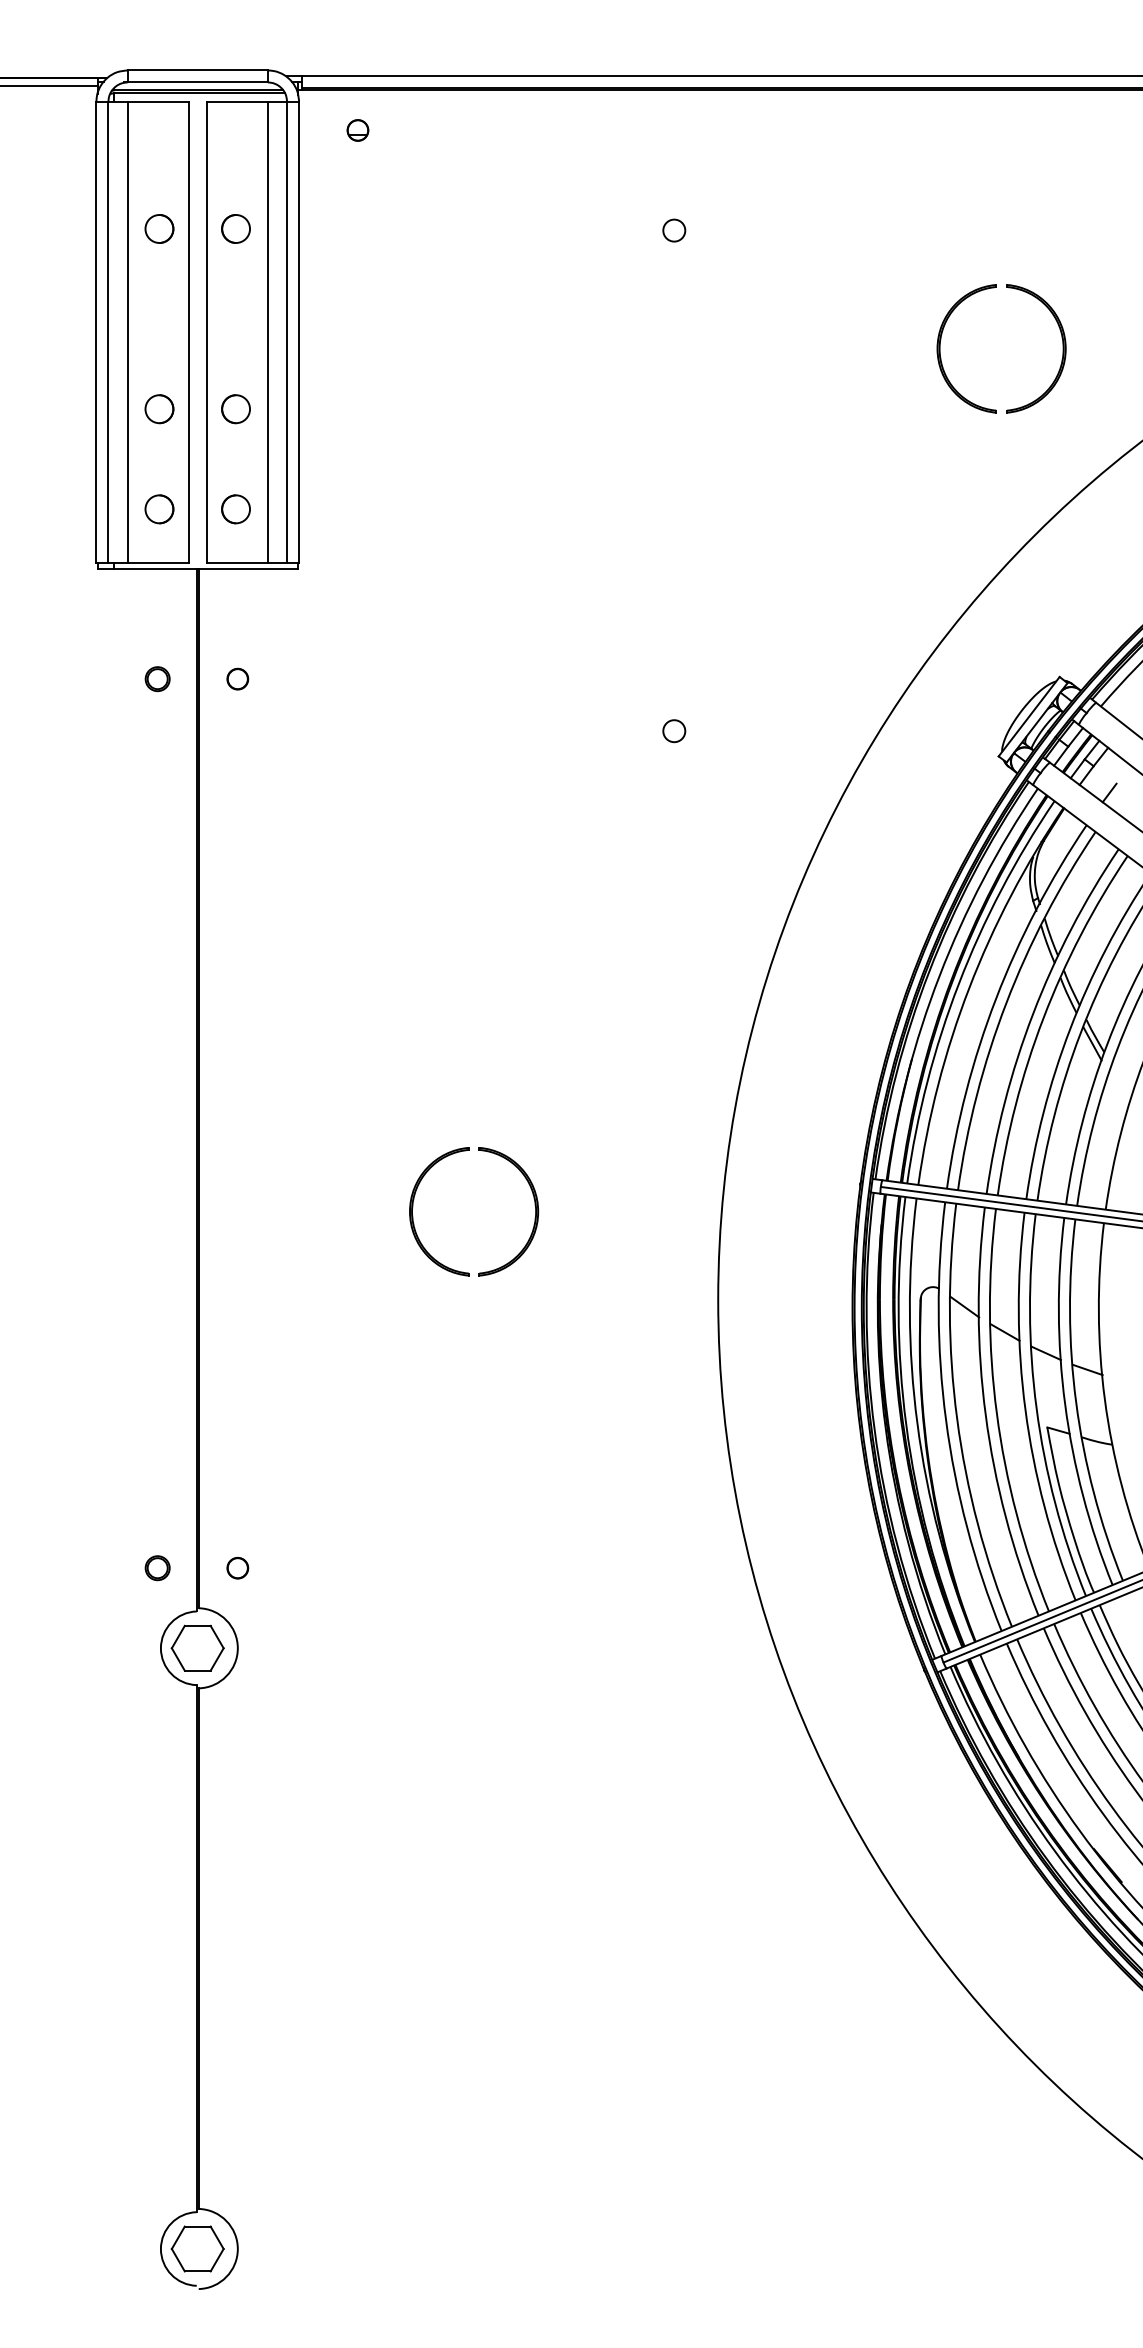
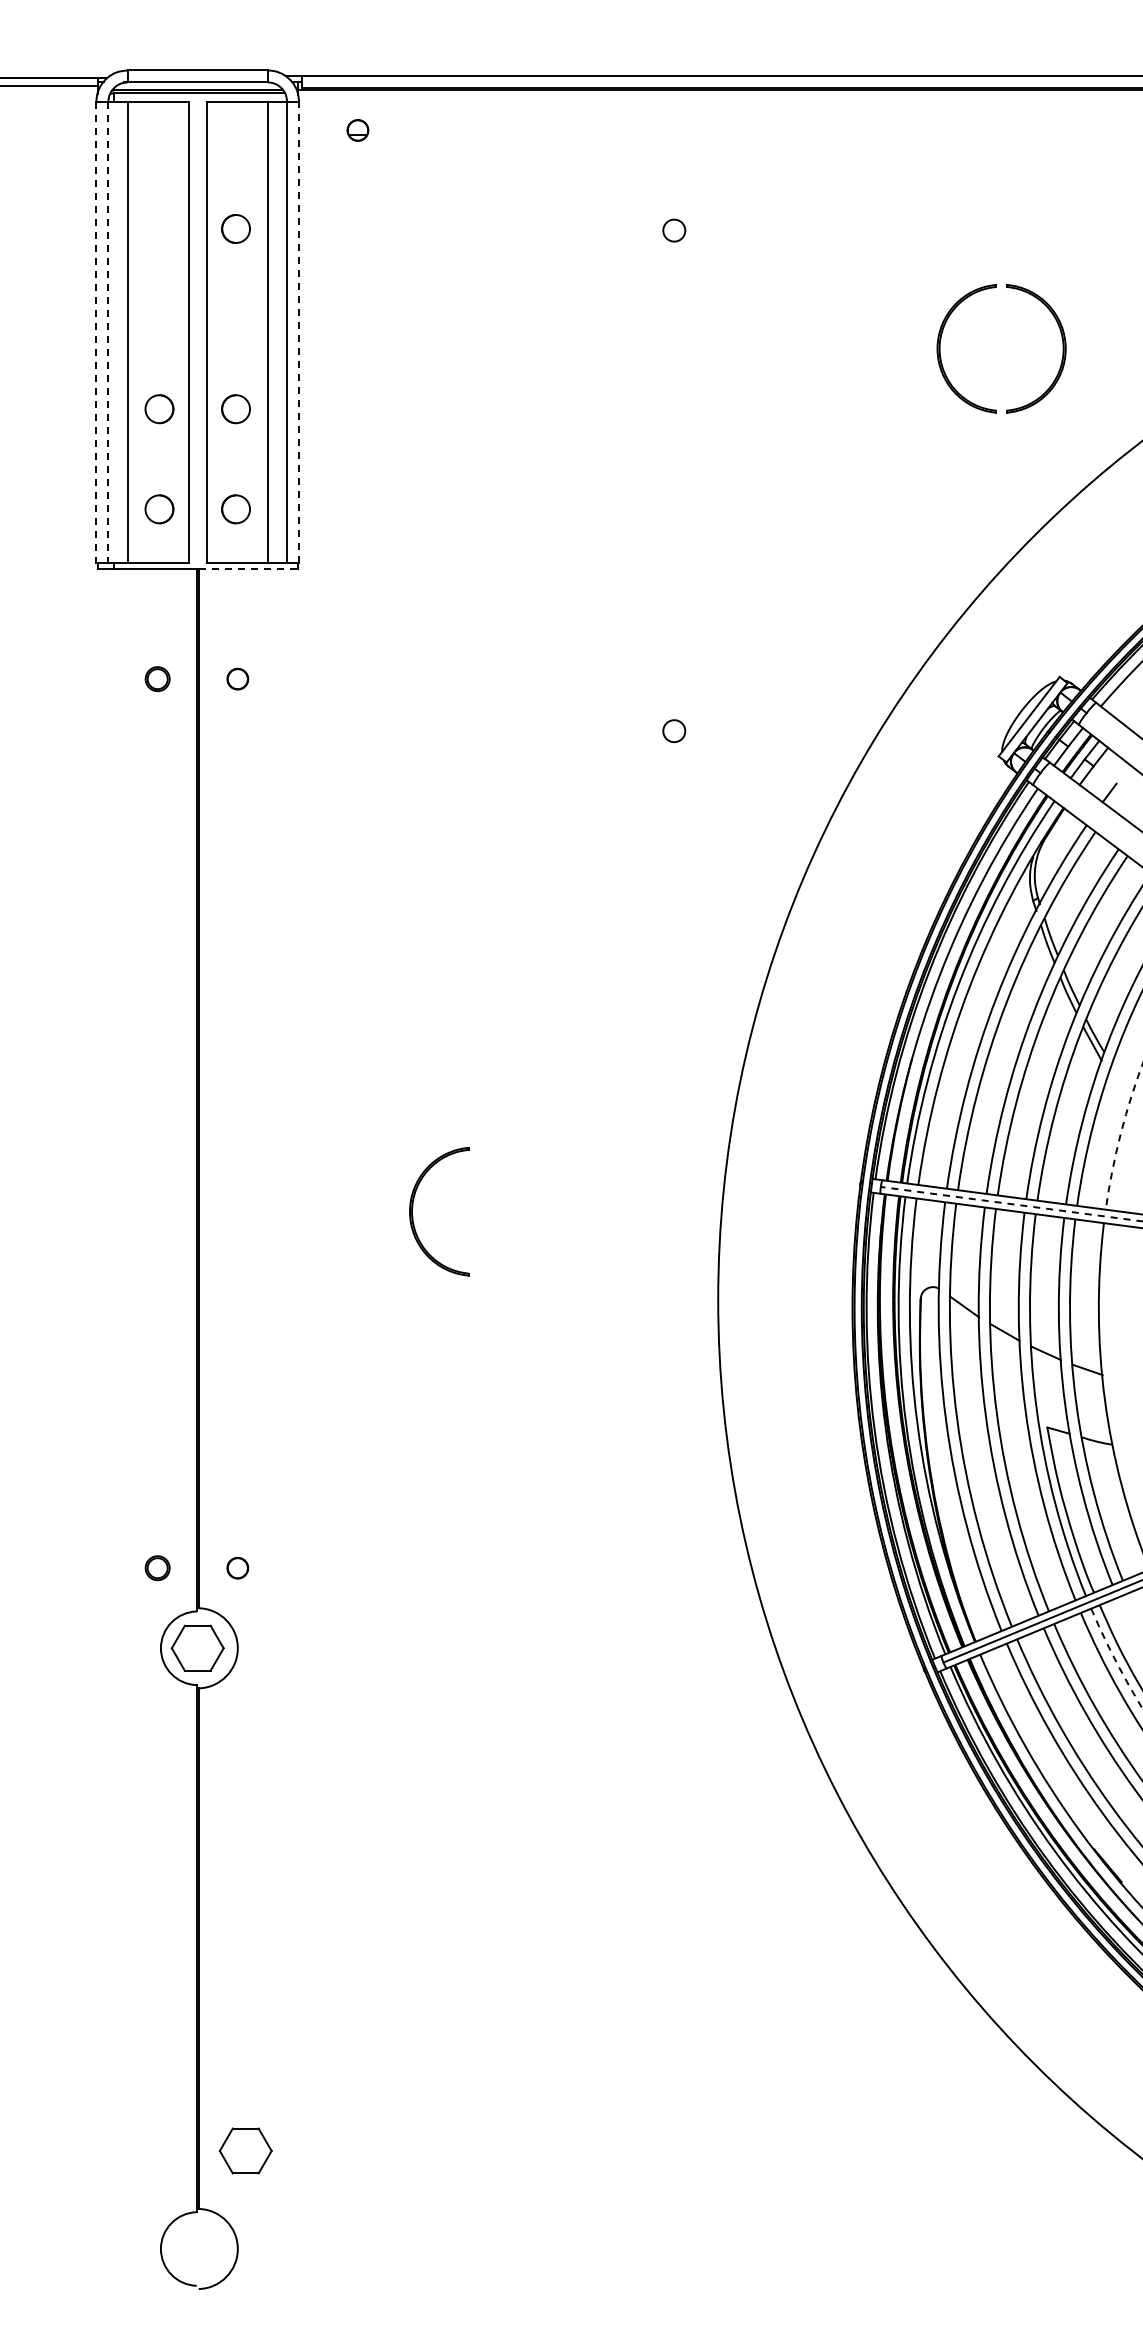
part at (159, 228): present -> none
line at (96, 332): solid -> dashed
line at (108, 332): solid -> dashed
line at (299, 332): solid -> dashed
line at (248, 569): solid -> dashed
arc at (1120, 1135): solid -> dashed
line at (1011, 1204): solid -> dashed
part at (534, 1205): present -> none
arc at (1115, 1660): solid -> dashed
part at (197, 2248) position: (197, 2248) -> (245, 2150)
